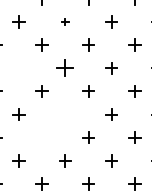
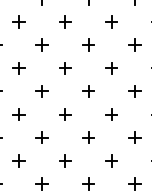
part at (65, 21) size: 9x8 px -> 13x14 px
part at (64, 67) size: 18x18 px -> 13x13 px
part at (18, 68): none -> present
part at (65, 114): none -> present
part at (41, 137): none -> present
